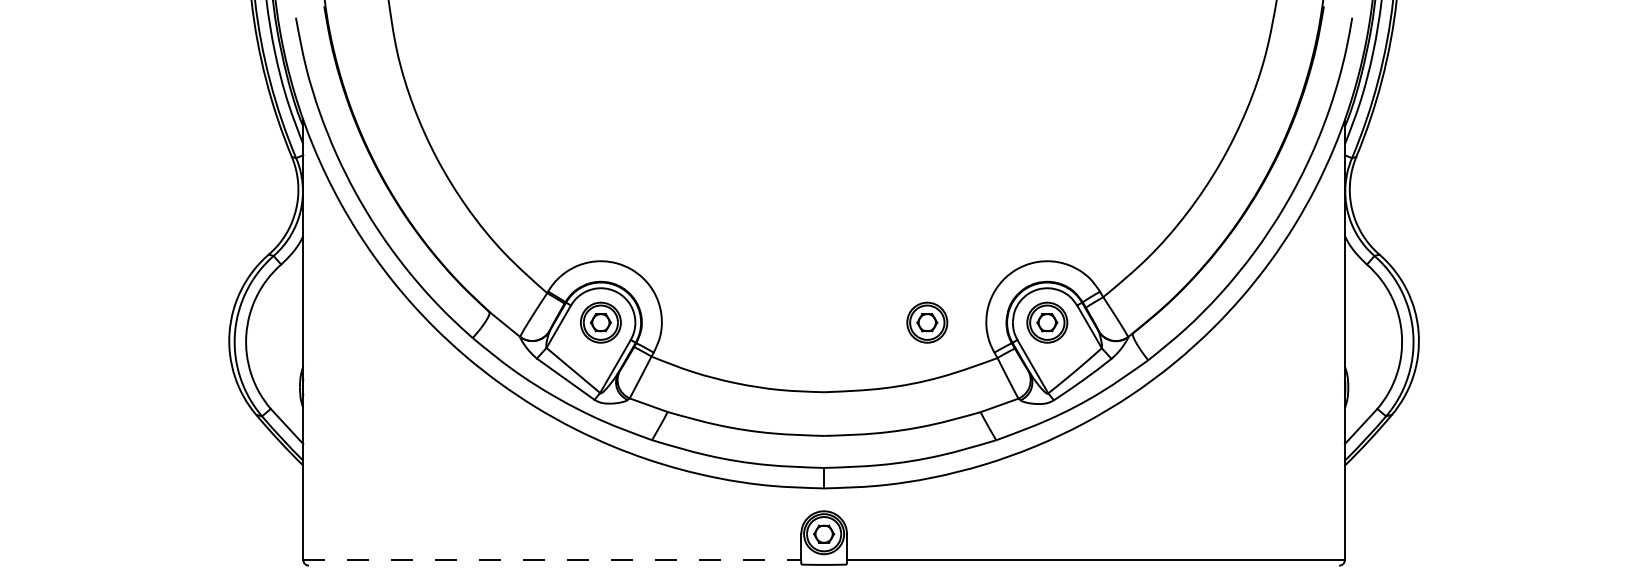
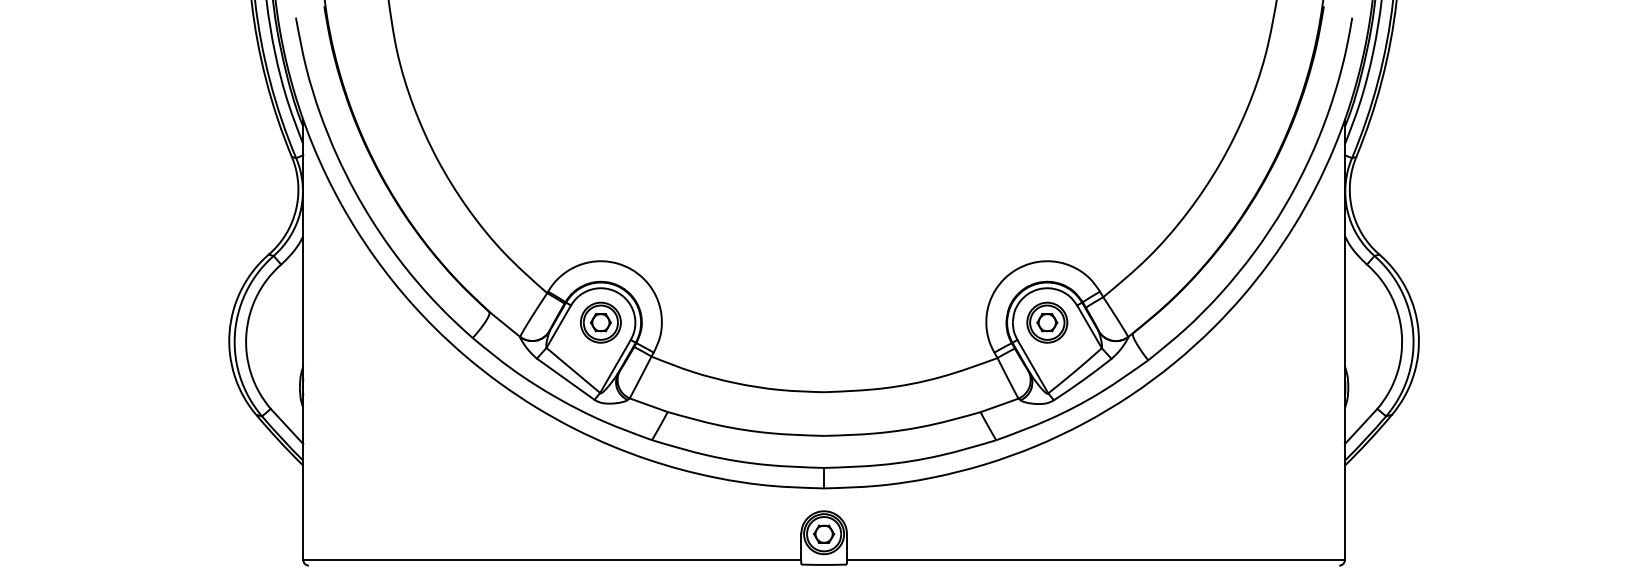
part at (927, 322): present -> none
line at (552, 559): dashed -> solid
